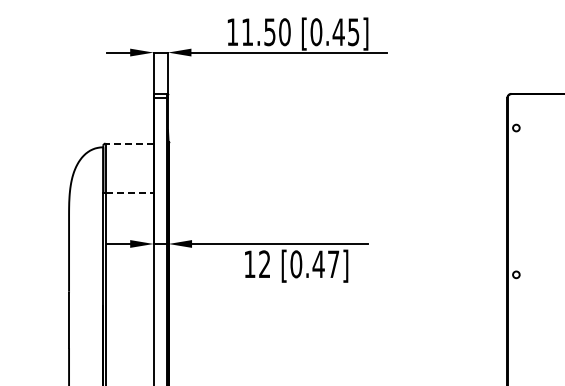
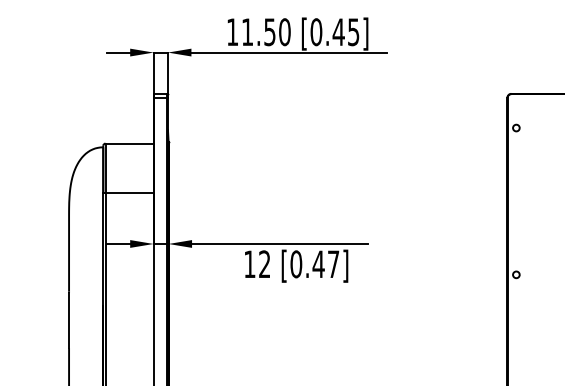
line at (129, 143): dashed -> solid
line at (130, 193): dashed -> solid
